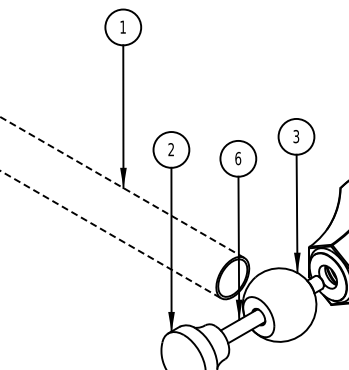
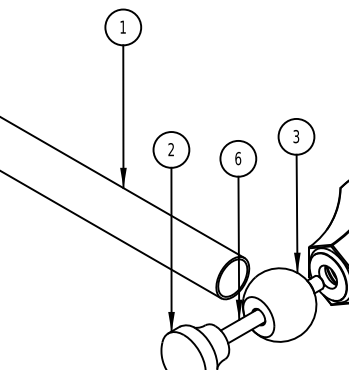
line at (122, 187): dashed -> solid
line at (111, 234): dashed -> solid
